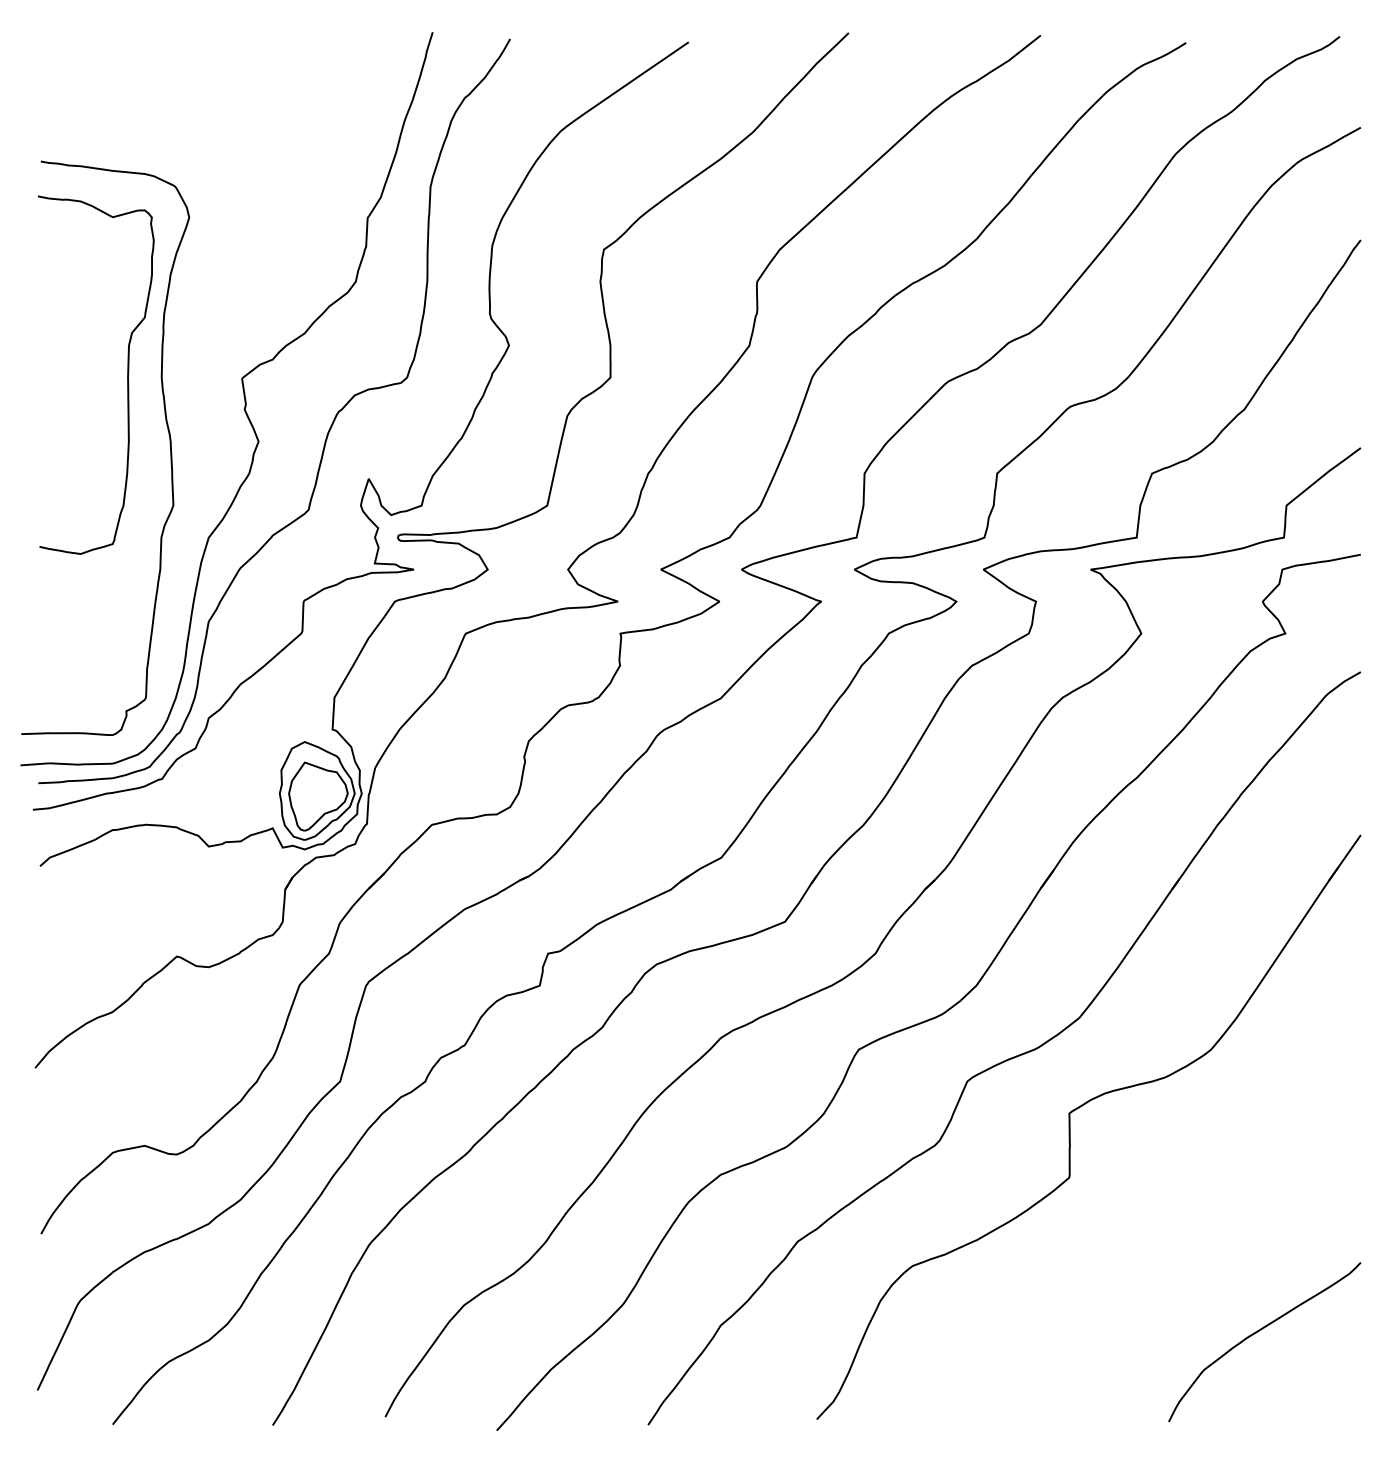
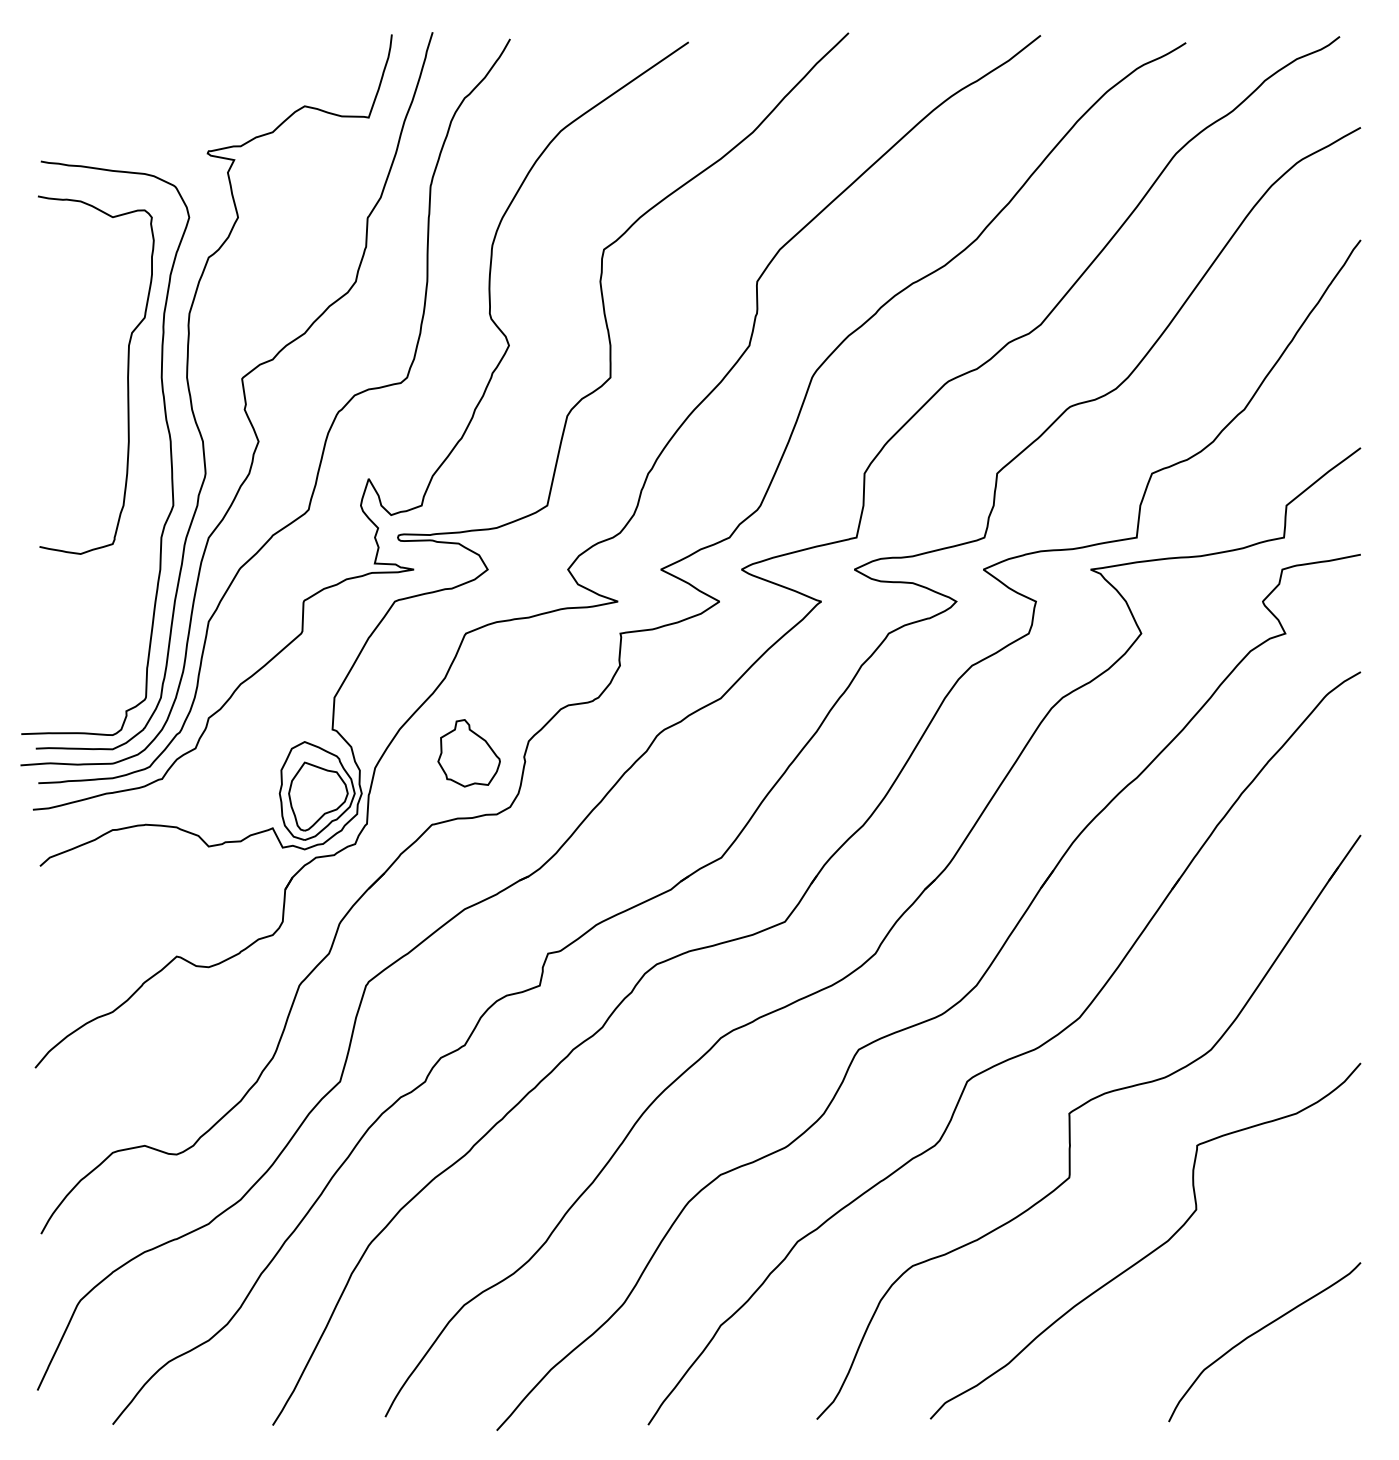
curve at (191, 396): none -> present
part at (468, 753): none -> present
curve at (1152, 1250): none -> present
